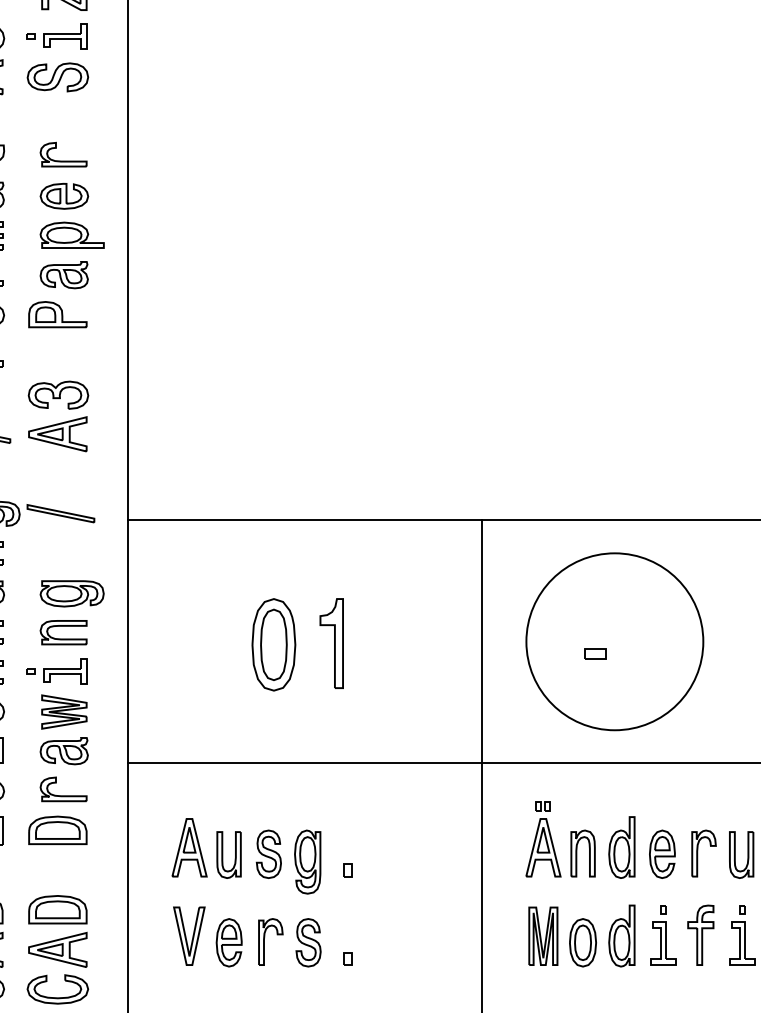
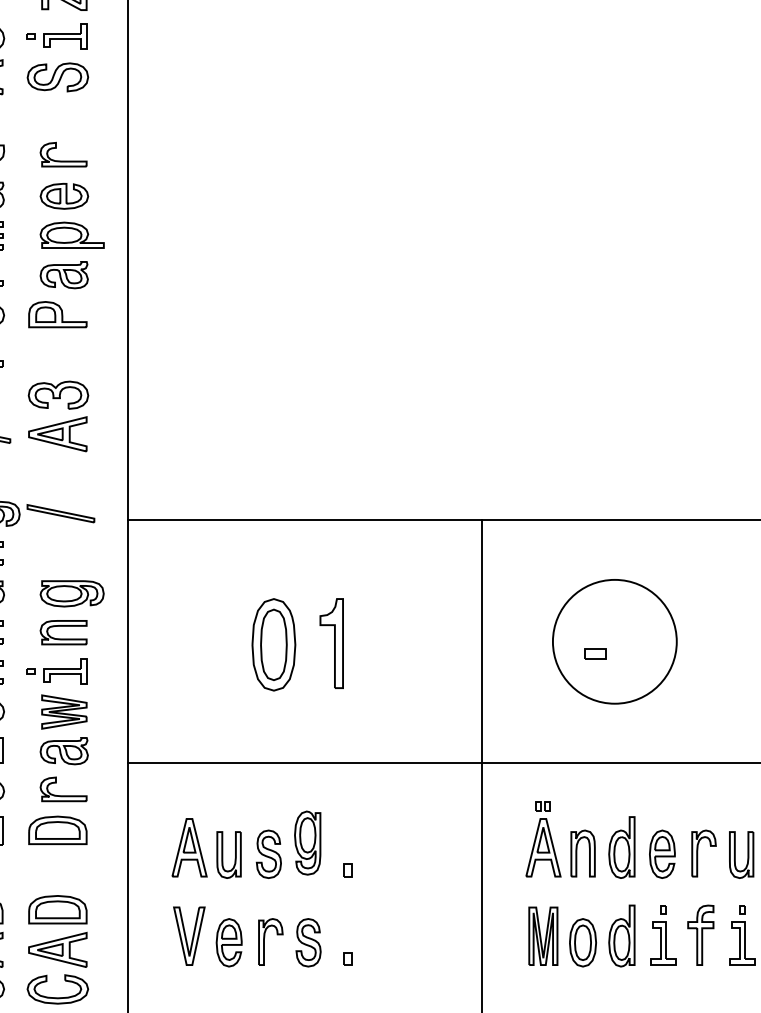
circle at (614, 641) diameter: 177 px -> 124 px
part at (307, 861) position: (307, 861) -> (307, 842)
